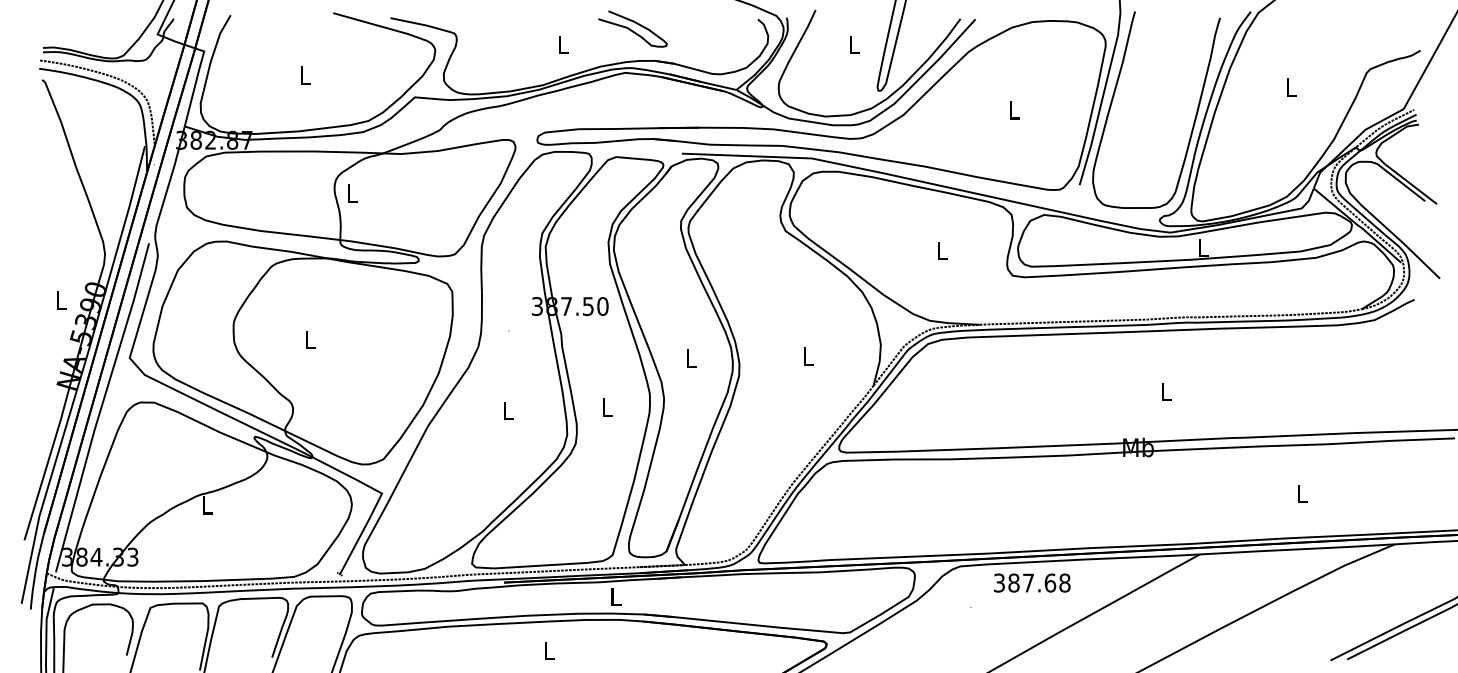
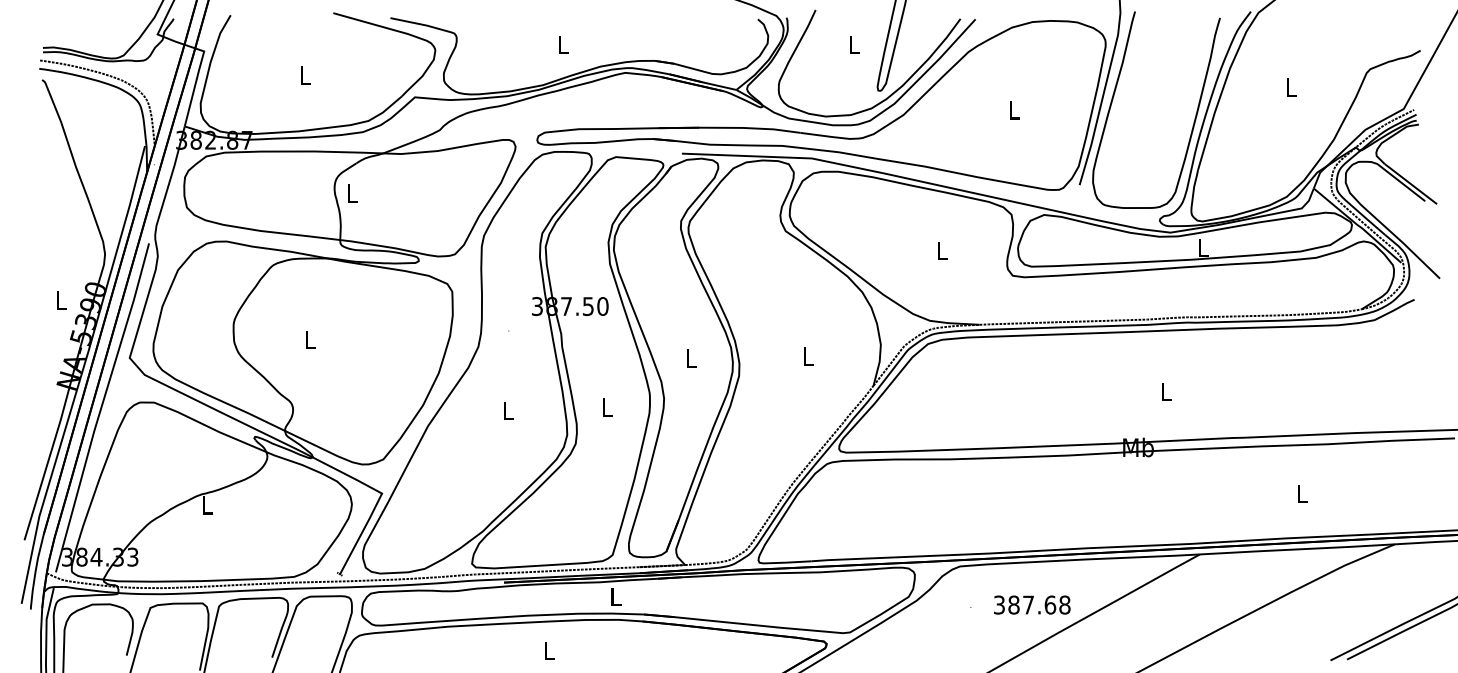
part at (632, 28): present -> none
text at (1032, 582) position: (1032, 582) -> (1032, 604)
